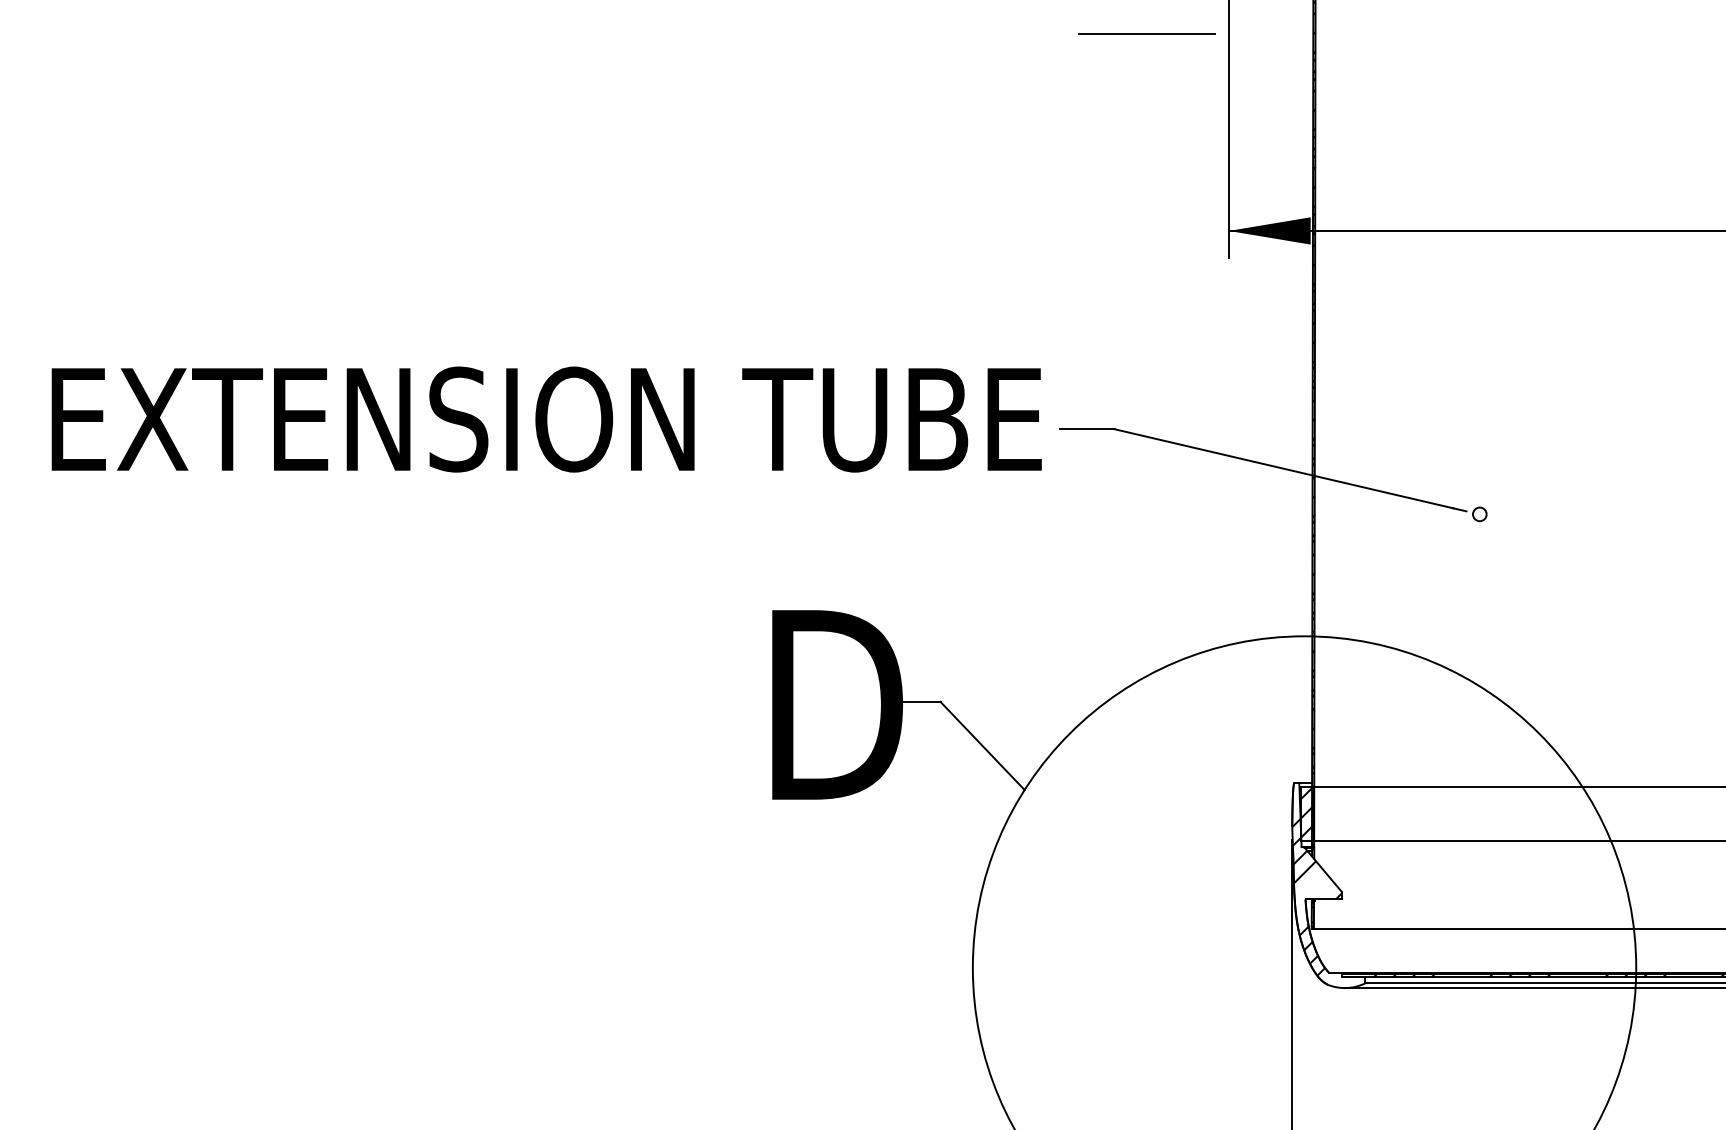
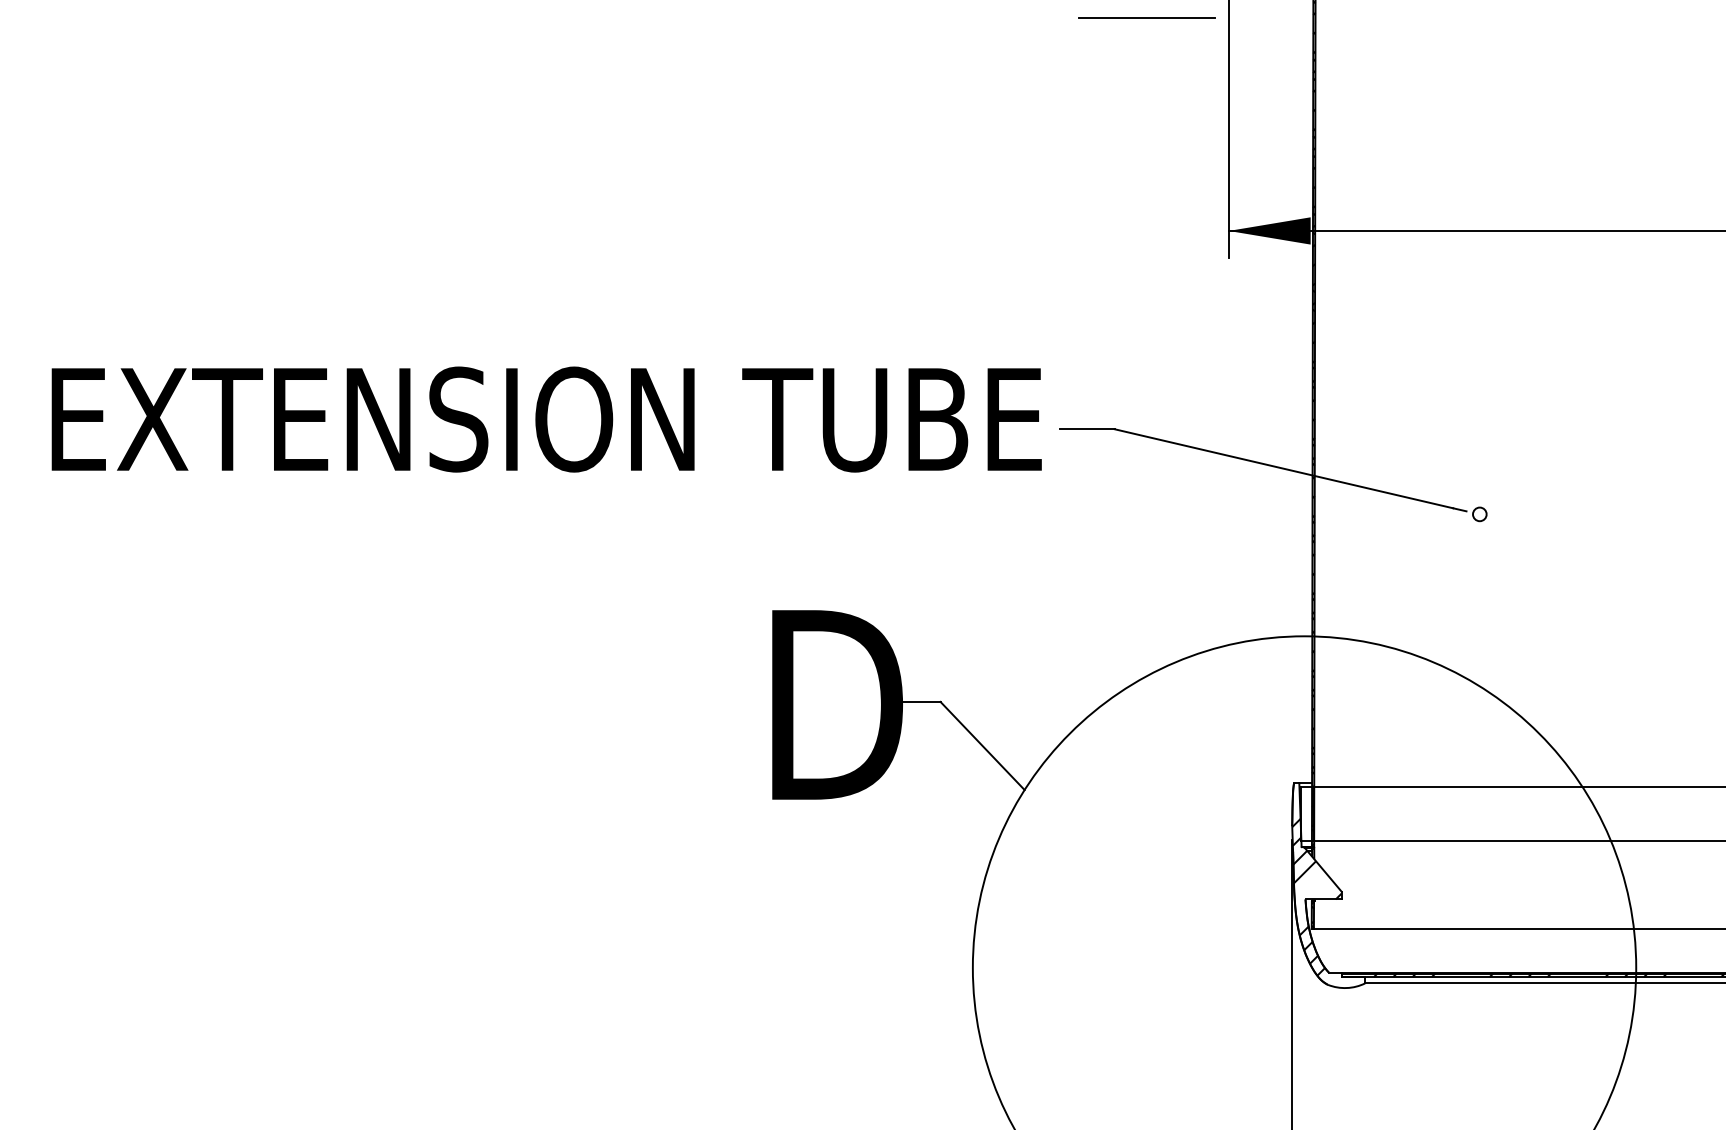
line at (1146, 33) position: (1146, 33) -> (1146, 17)
hatch at (1307, 811): present -> none
line at (1533, 988): present -> none
